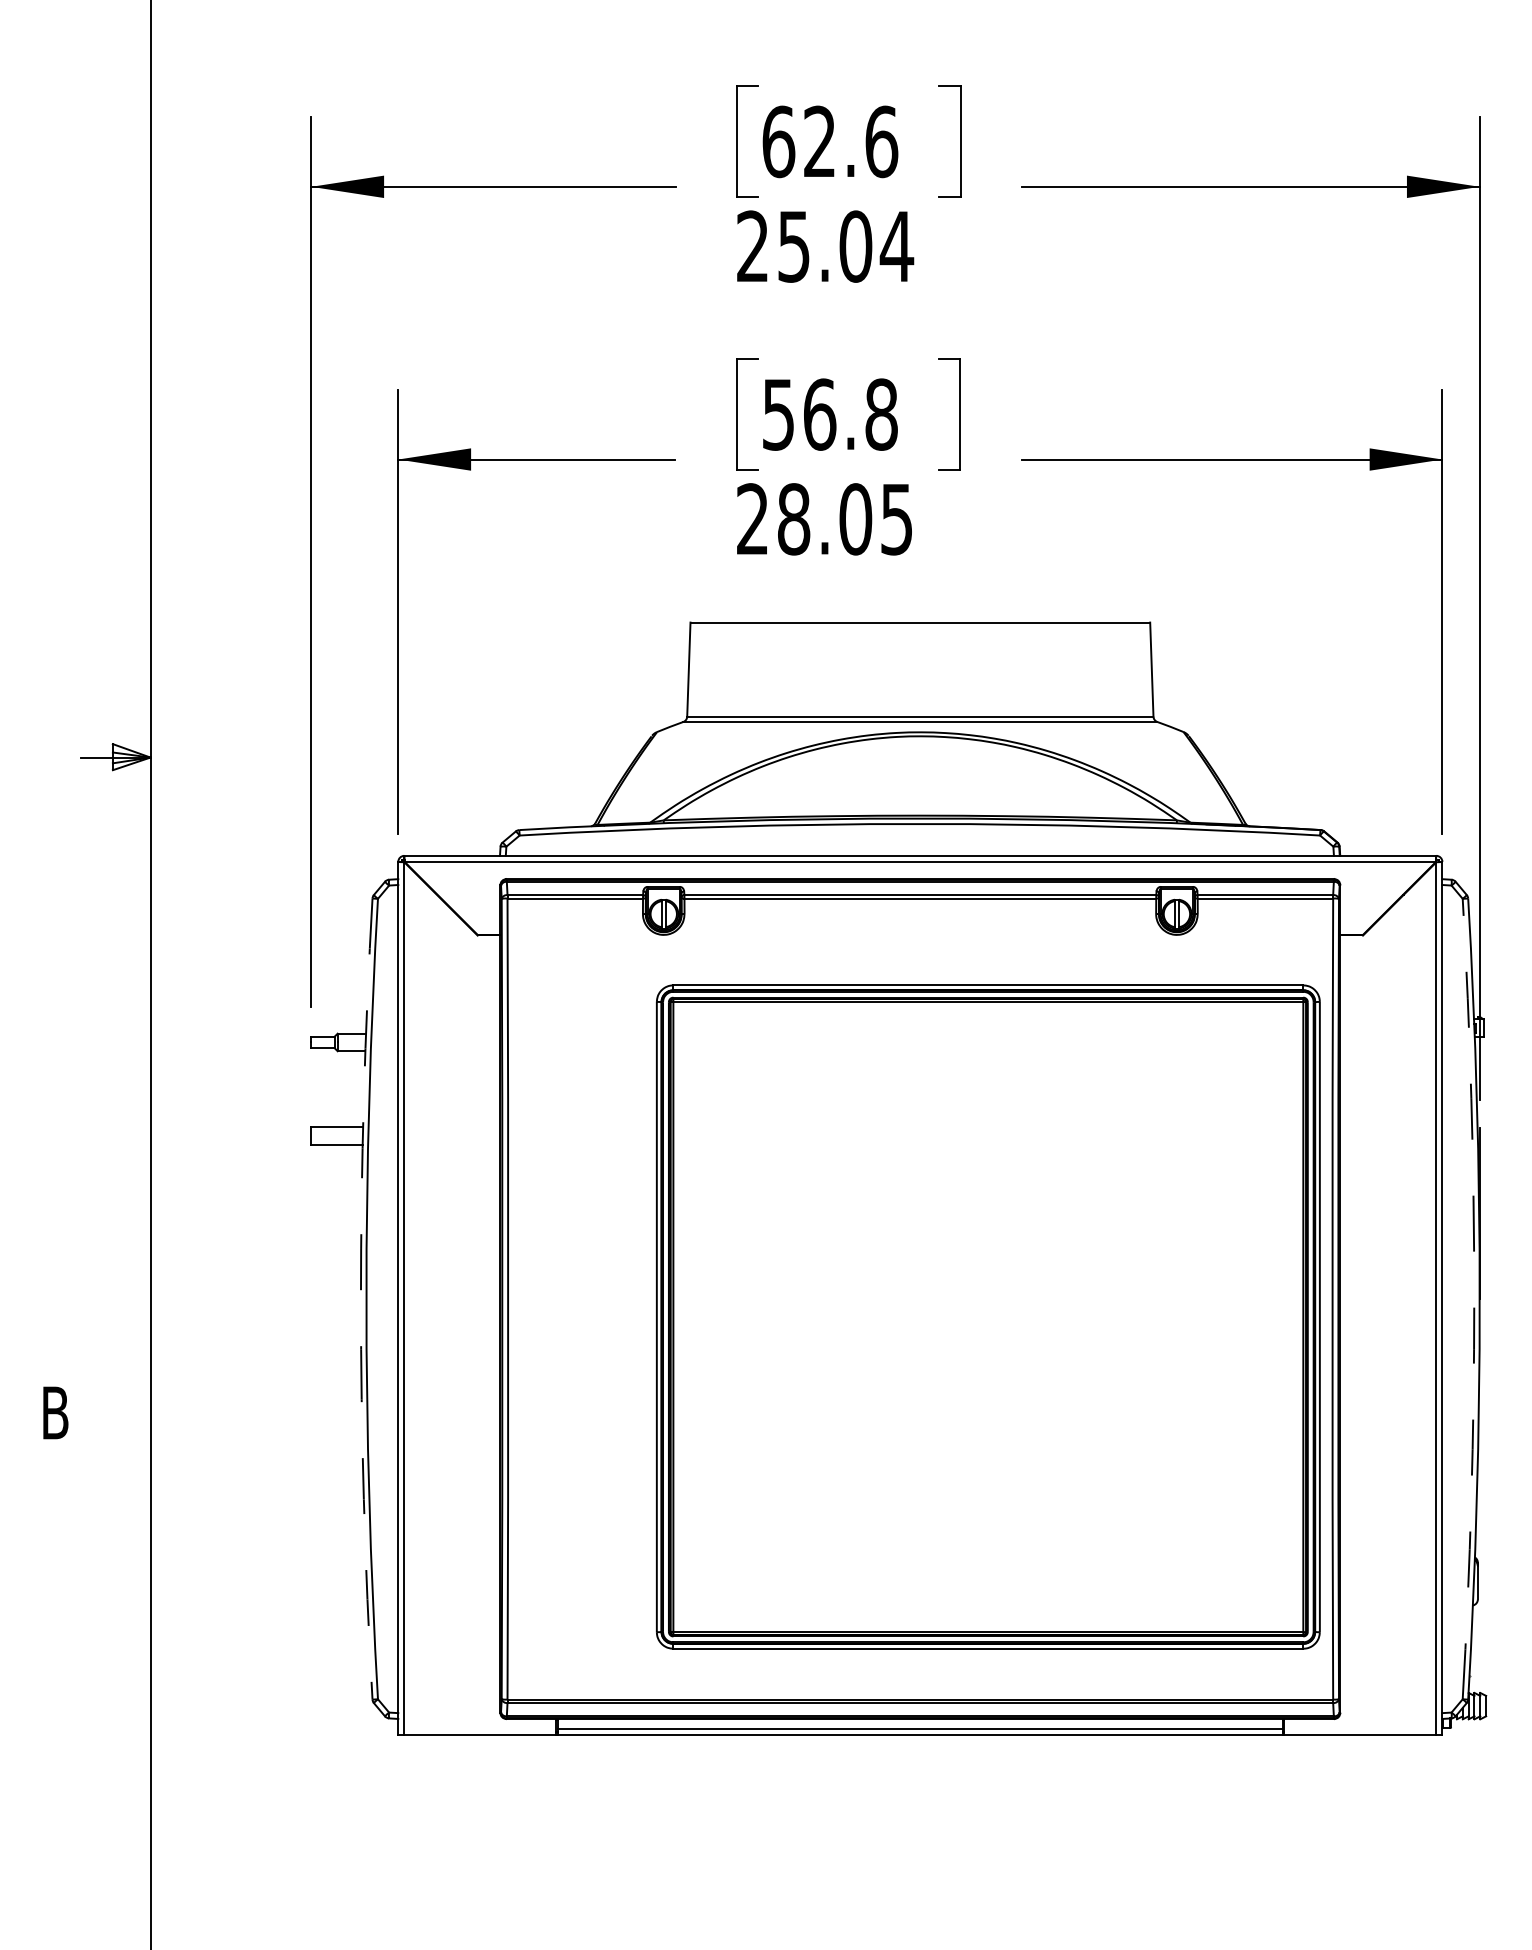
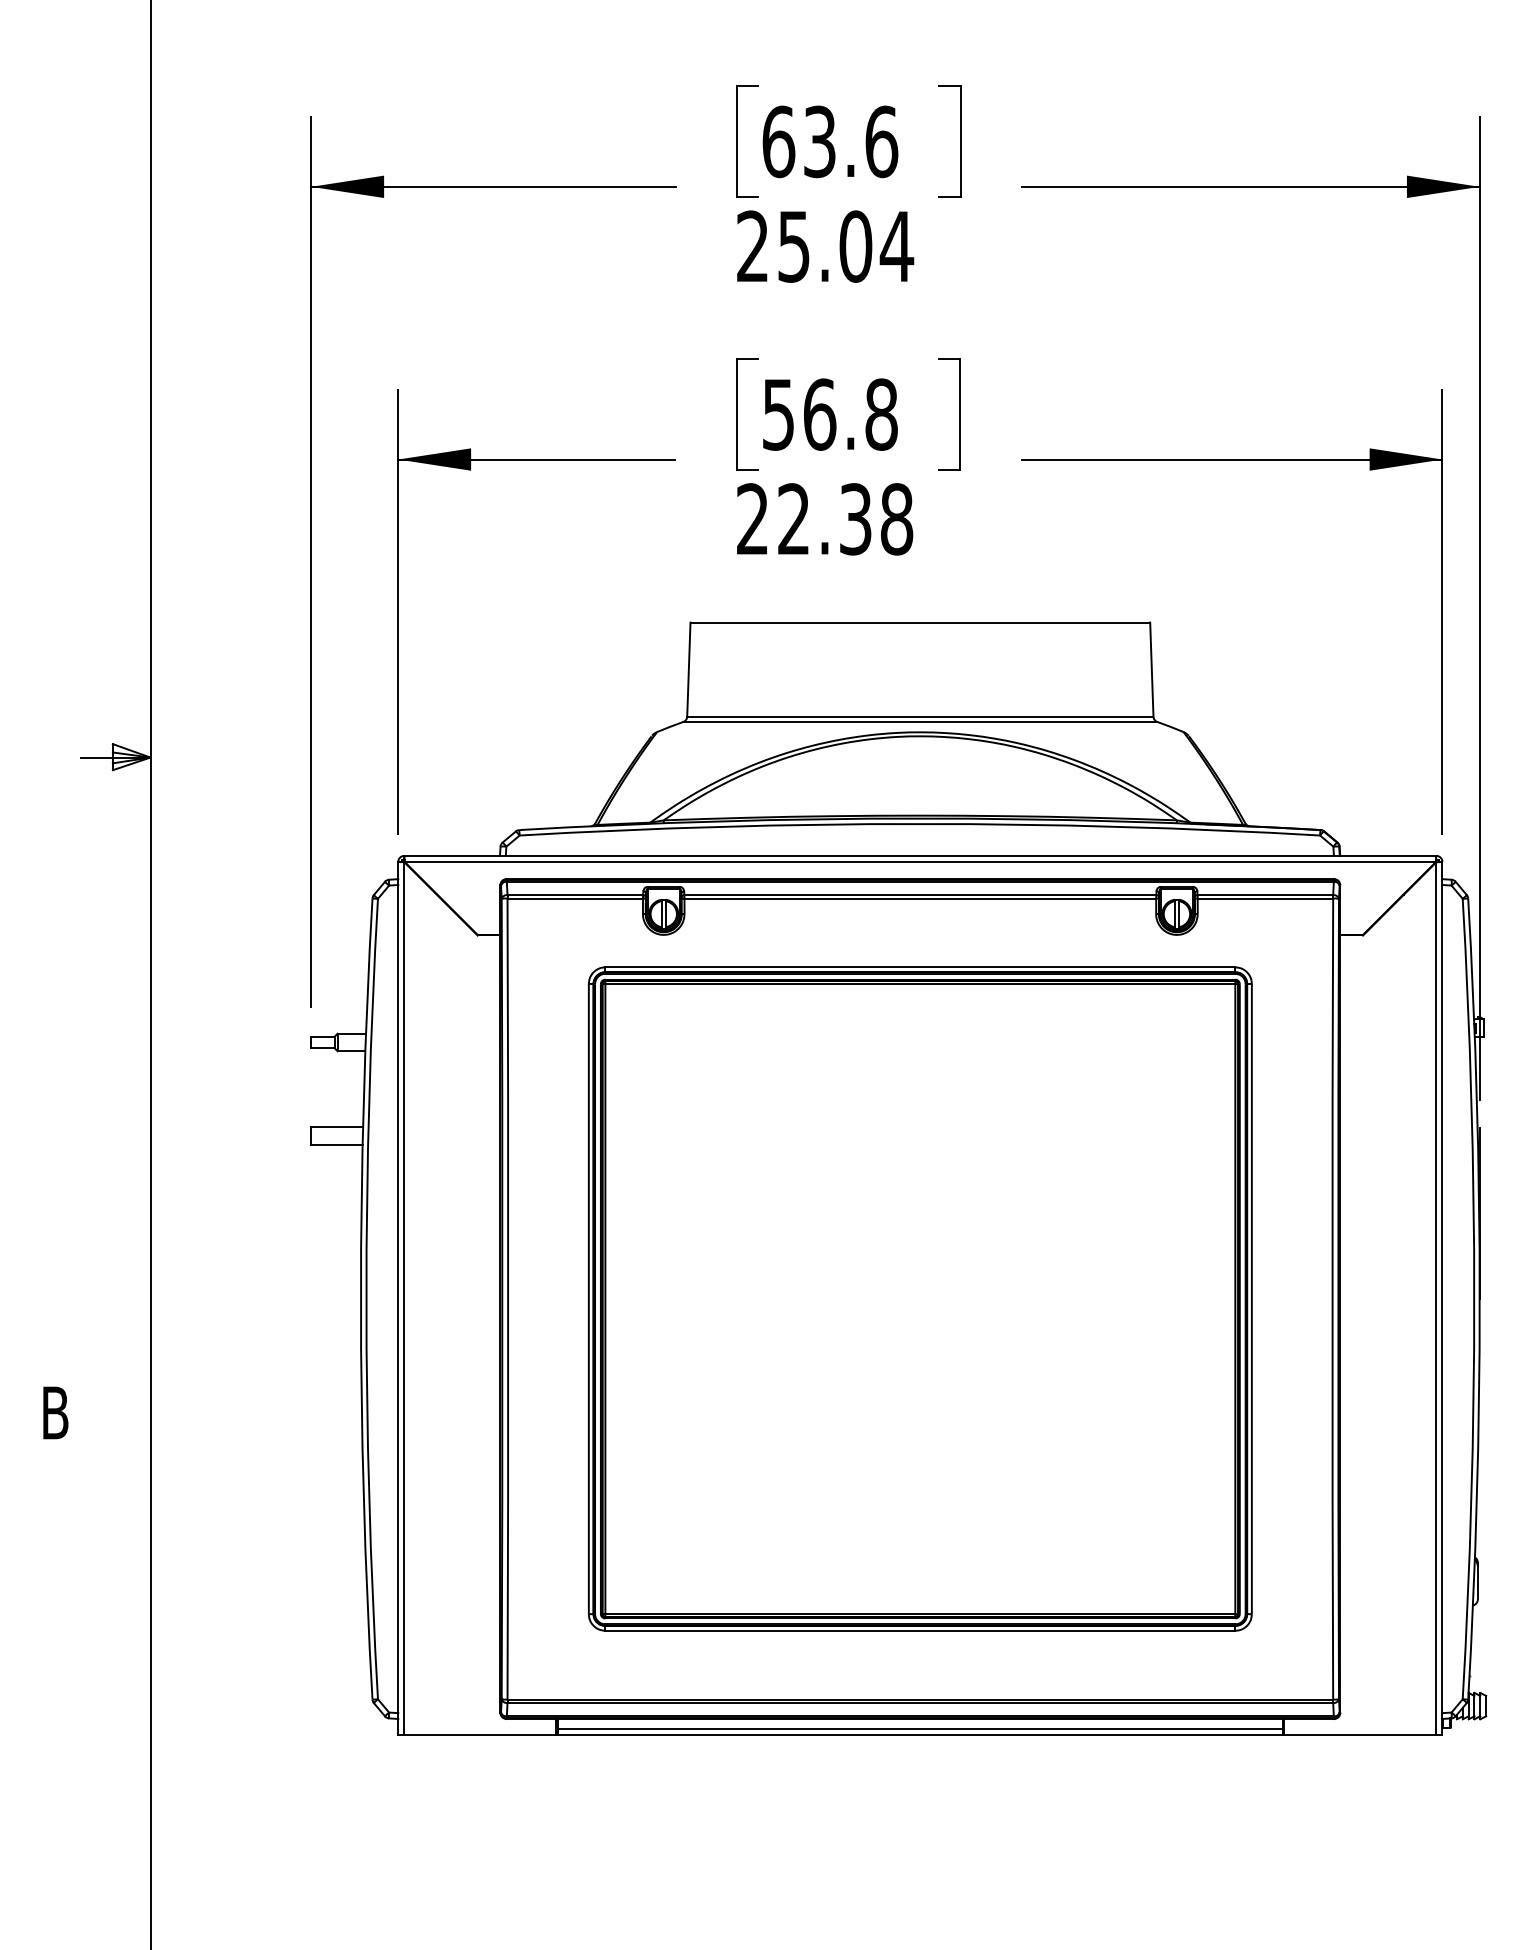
text at (819, 141): 62.6 -> 63.6
text at (845, 519): 28.05 -> 22.38
arc at (360, 1299): dashed -> solid
arc at (1474, 1299): dashed -> solid
part at (988, 1316) position: (988, 1316) -> (920, 1298)
